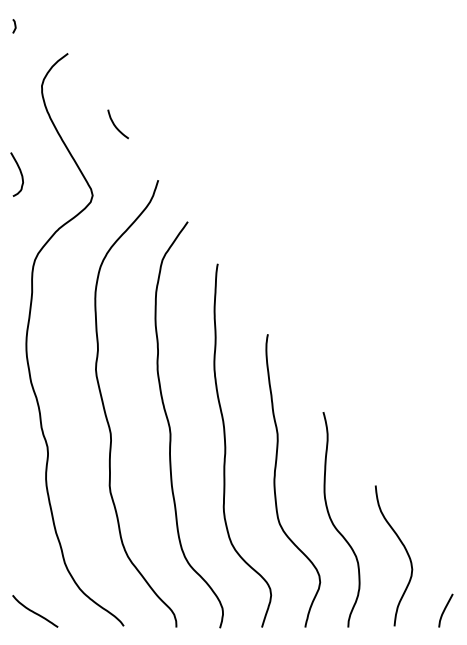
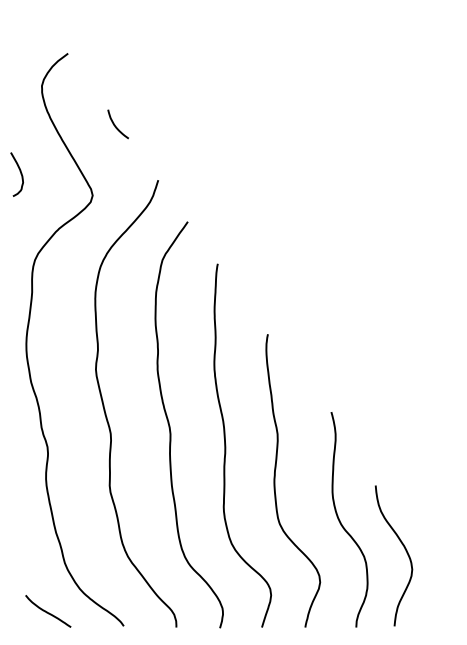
curve at (14, 26): present -> none
curve at (335, 525) position: (335, 525) -> (343, 525)
curve at (445, 610): present -> none
curve at (34, 611) position: (34, 611) -> (47, 611)
